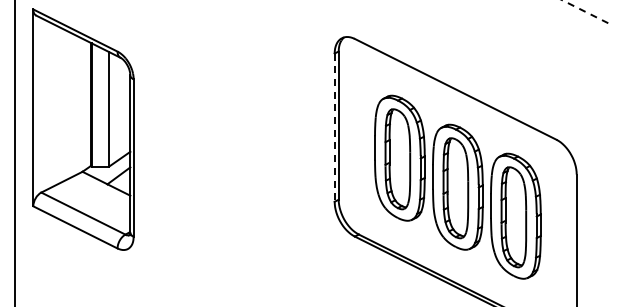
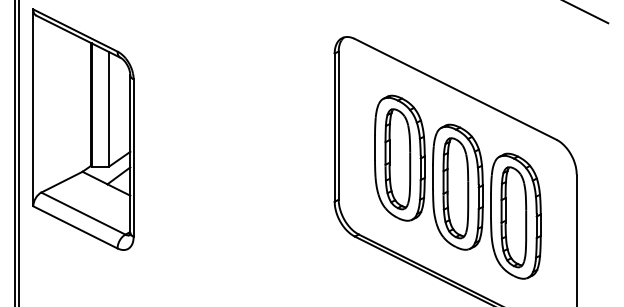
line at (585, 11): dashed -> solid
line at (334, 128): dashed -> solid
line at (18, 152): none -> present
